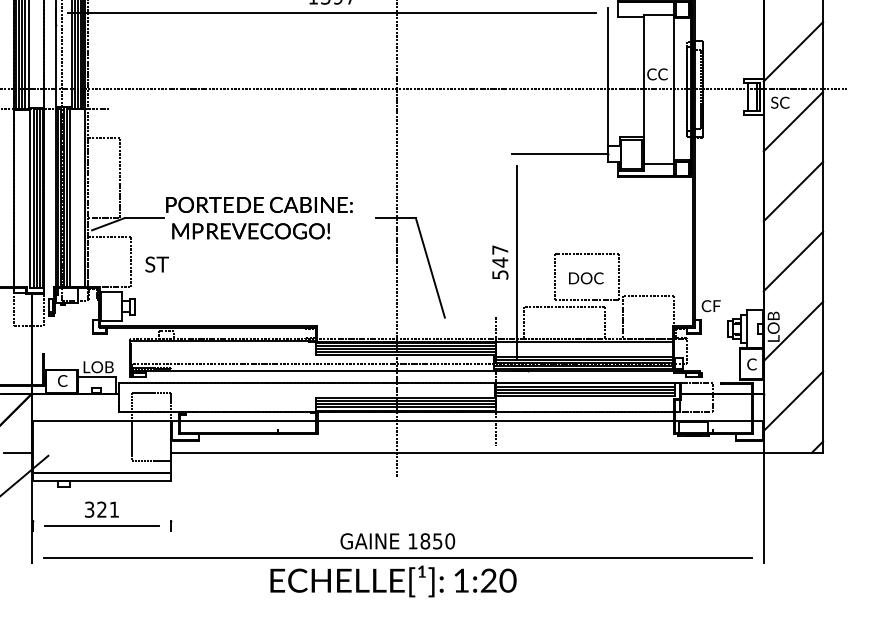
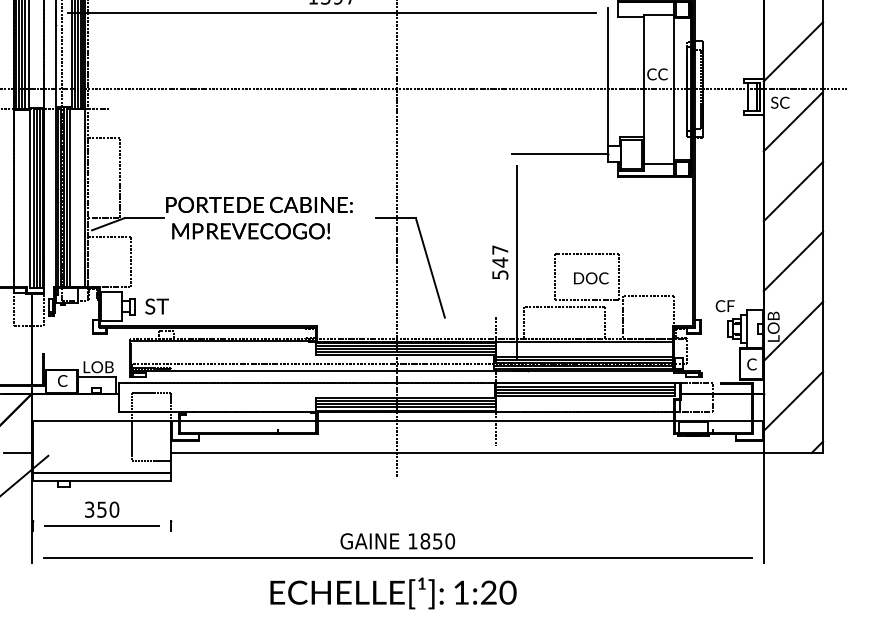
text at (156, 264) position: (156, 264) -> (156, 306)
text at (586, 278) position: (586, 278) -> (591, 278)
text at (710, 306) position: (710, 306) -> (724, 306)
text at (108, 509): 321 -> 350
text at (393, 581) position: (393, 581) -> (393, 593)
